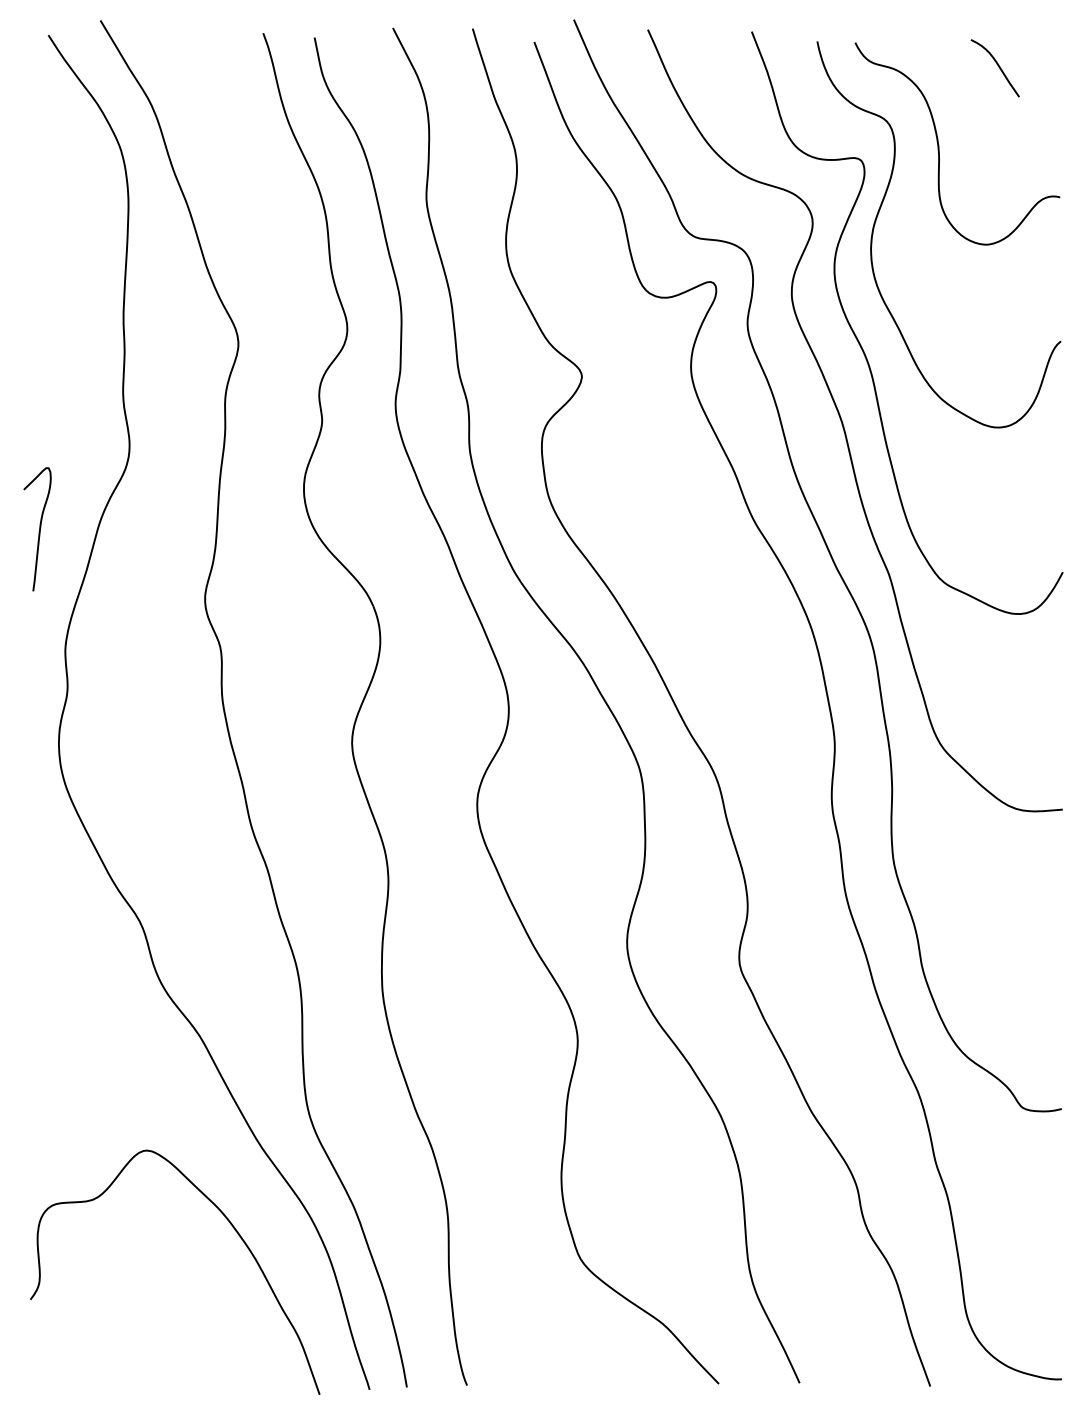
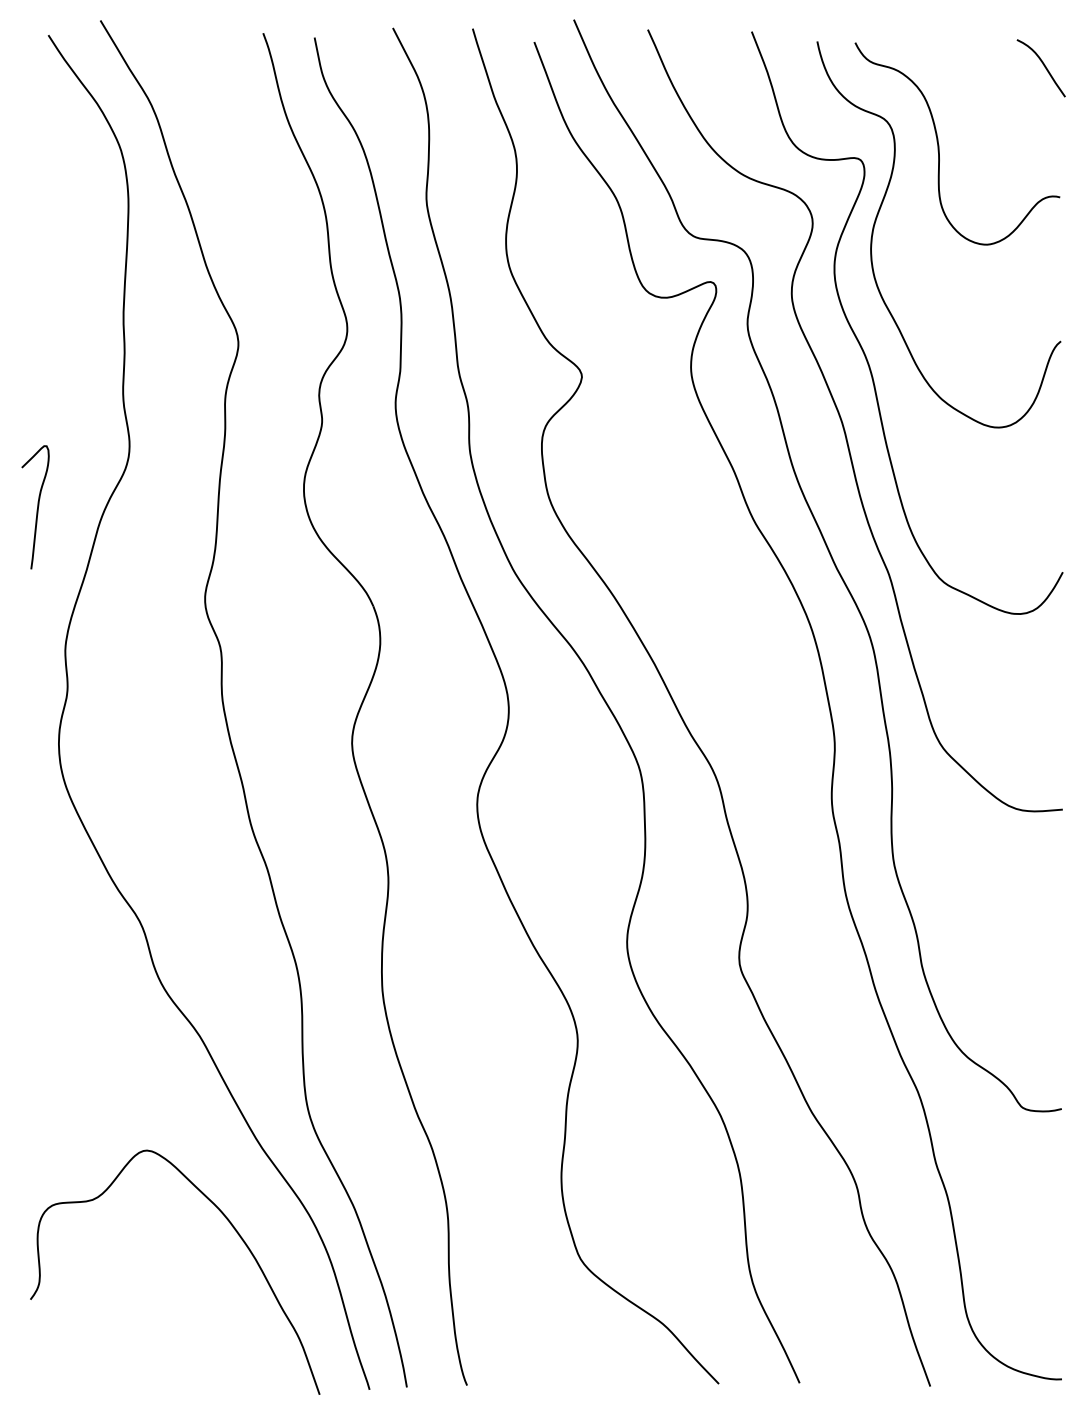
curve at (998, 67) position: (998, 67) -> (1044, 67)
curve at (39, 529) position: (39, 529) -> (37, 507)
